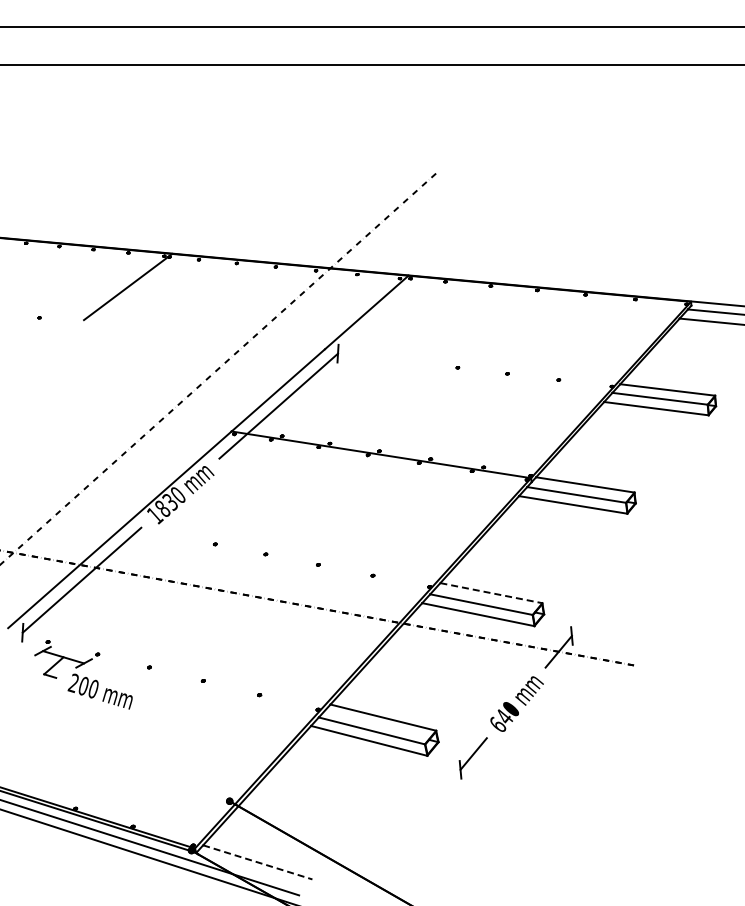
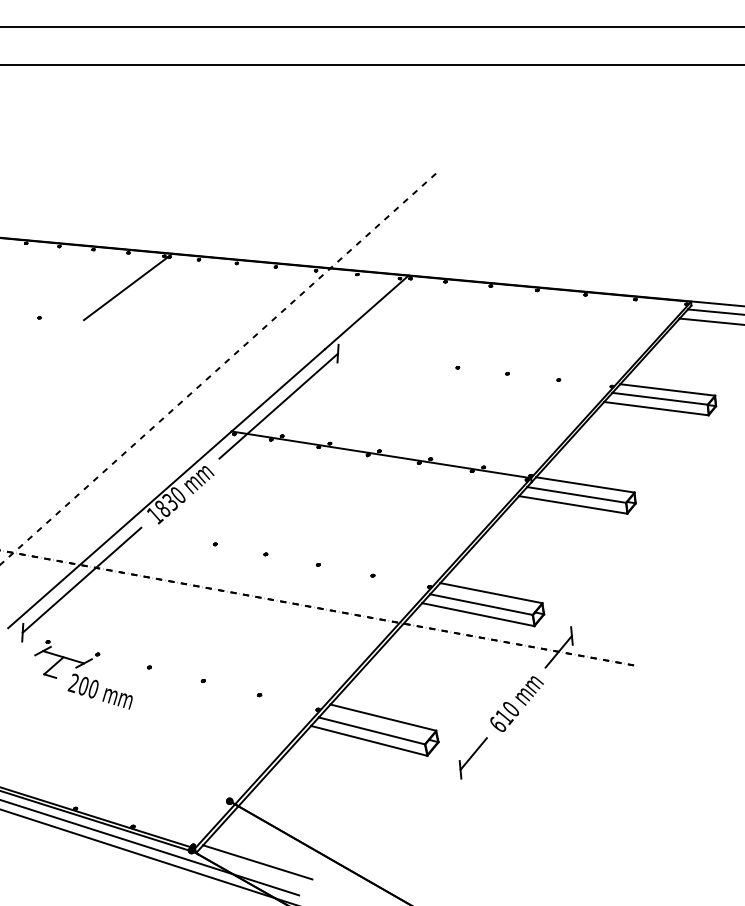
line at (491, 593): dashed -> solid
text at (506, 714): 640 -> 610
line at (258, 862): dashed -> solid
